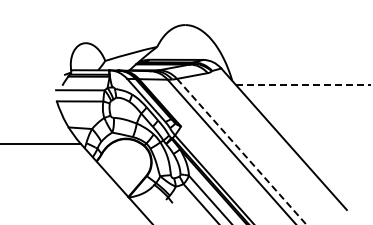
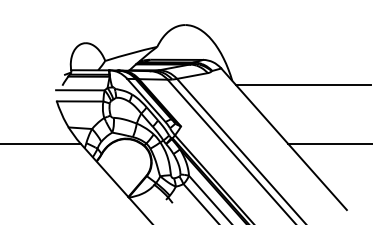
line at (303, 85): dashed -> solid
line at (328, 144): none -> present
line at (241, 152): dashed -> solid
